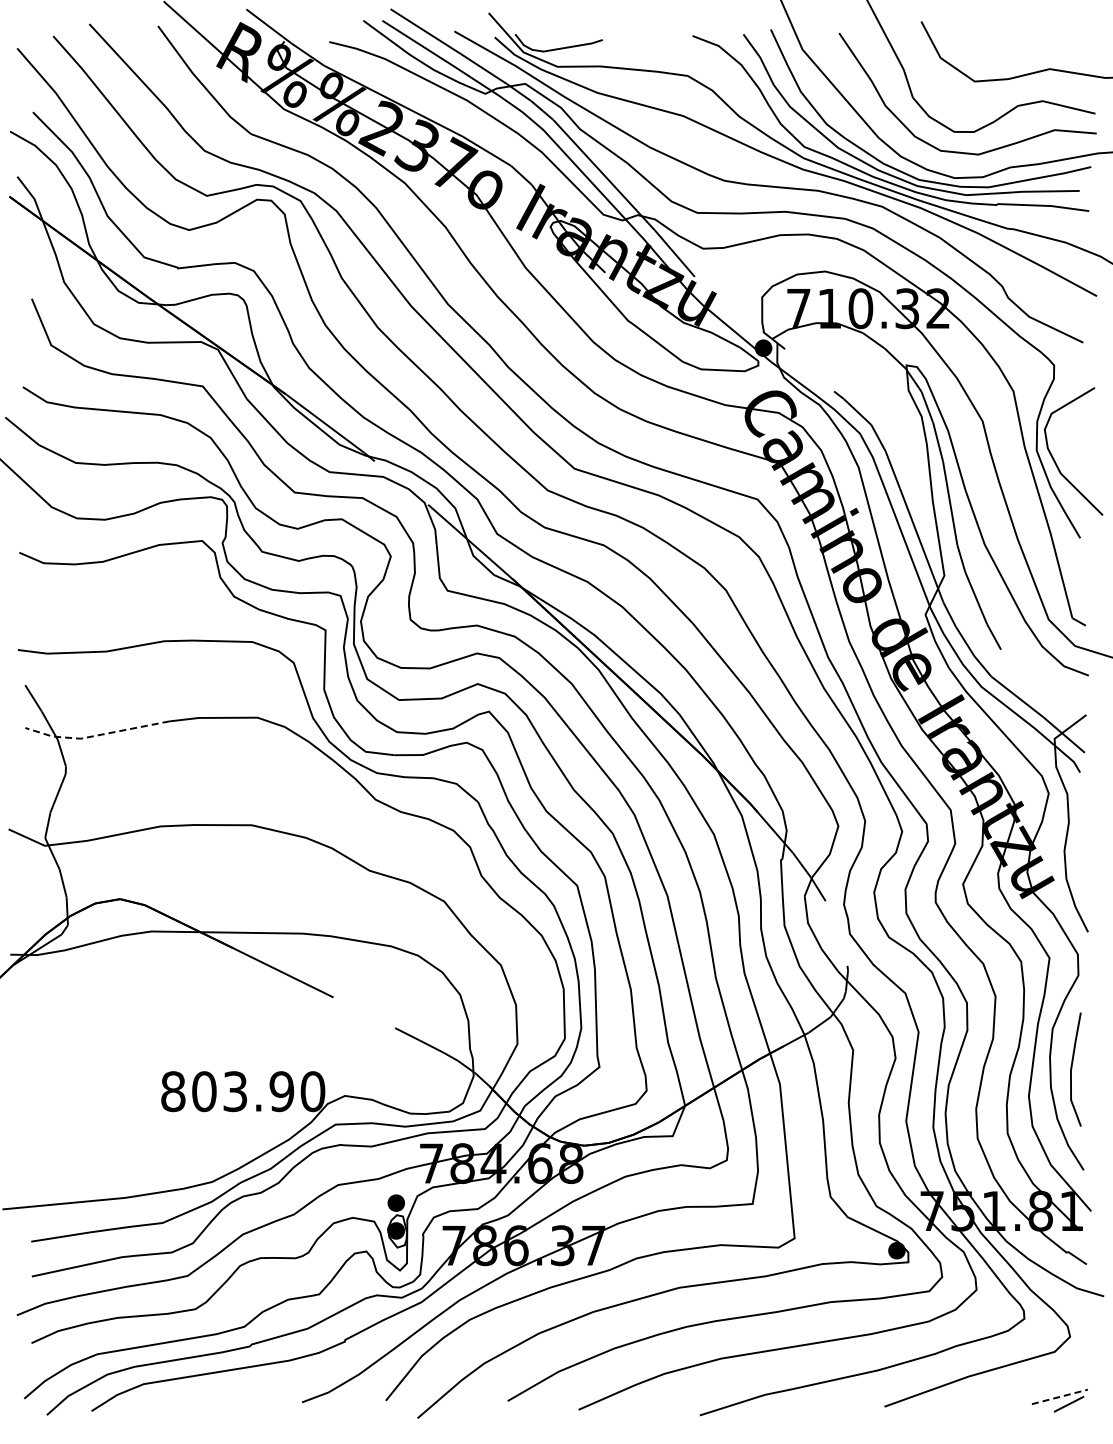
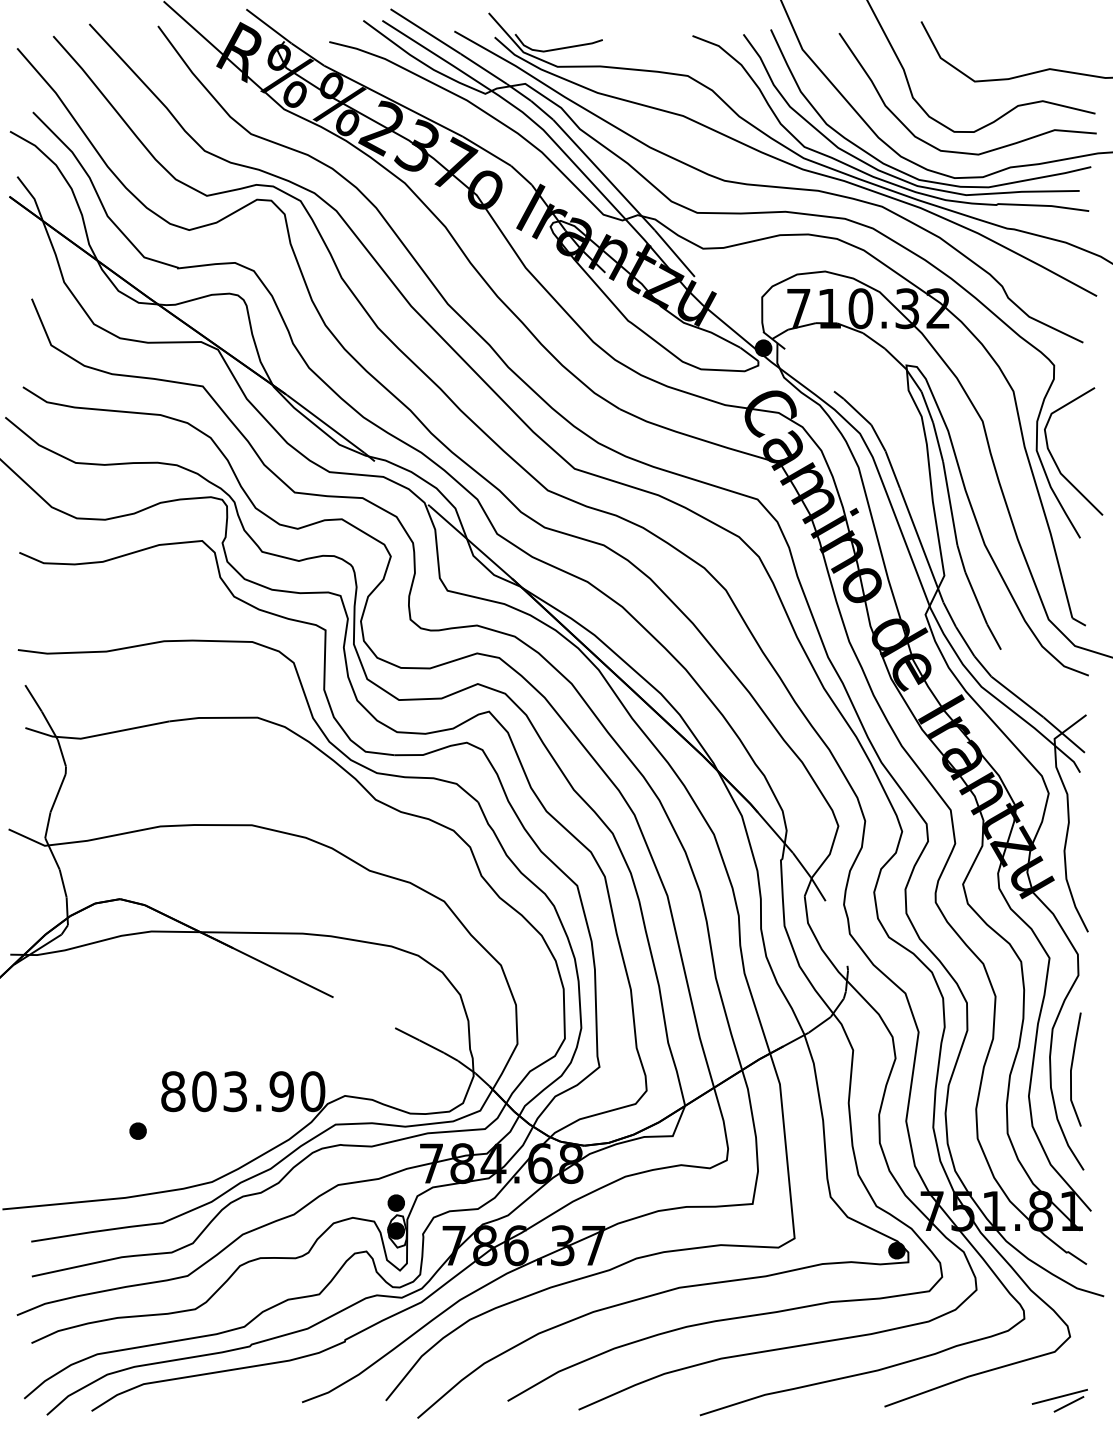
line at (95, 735): dashed -> solid
part at (137, 1130): none -> present
line at (1059, 1396): dashed -> solid
